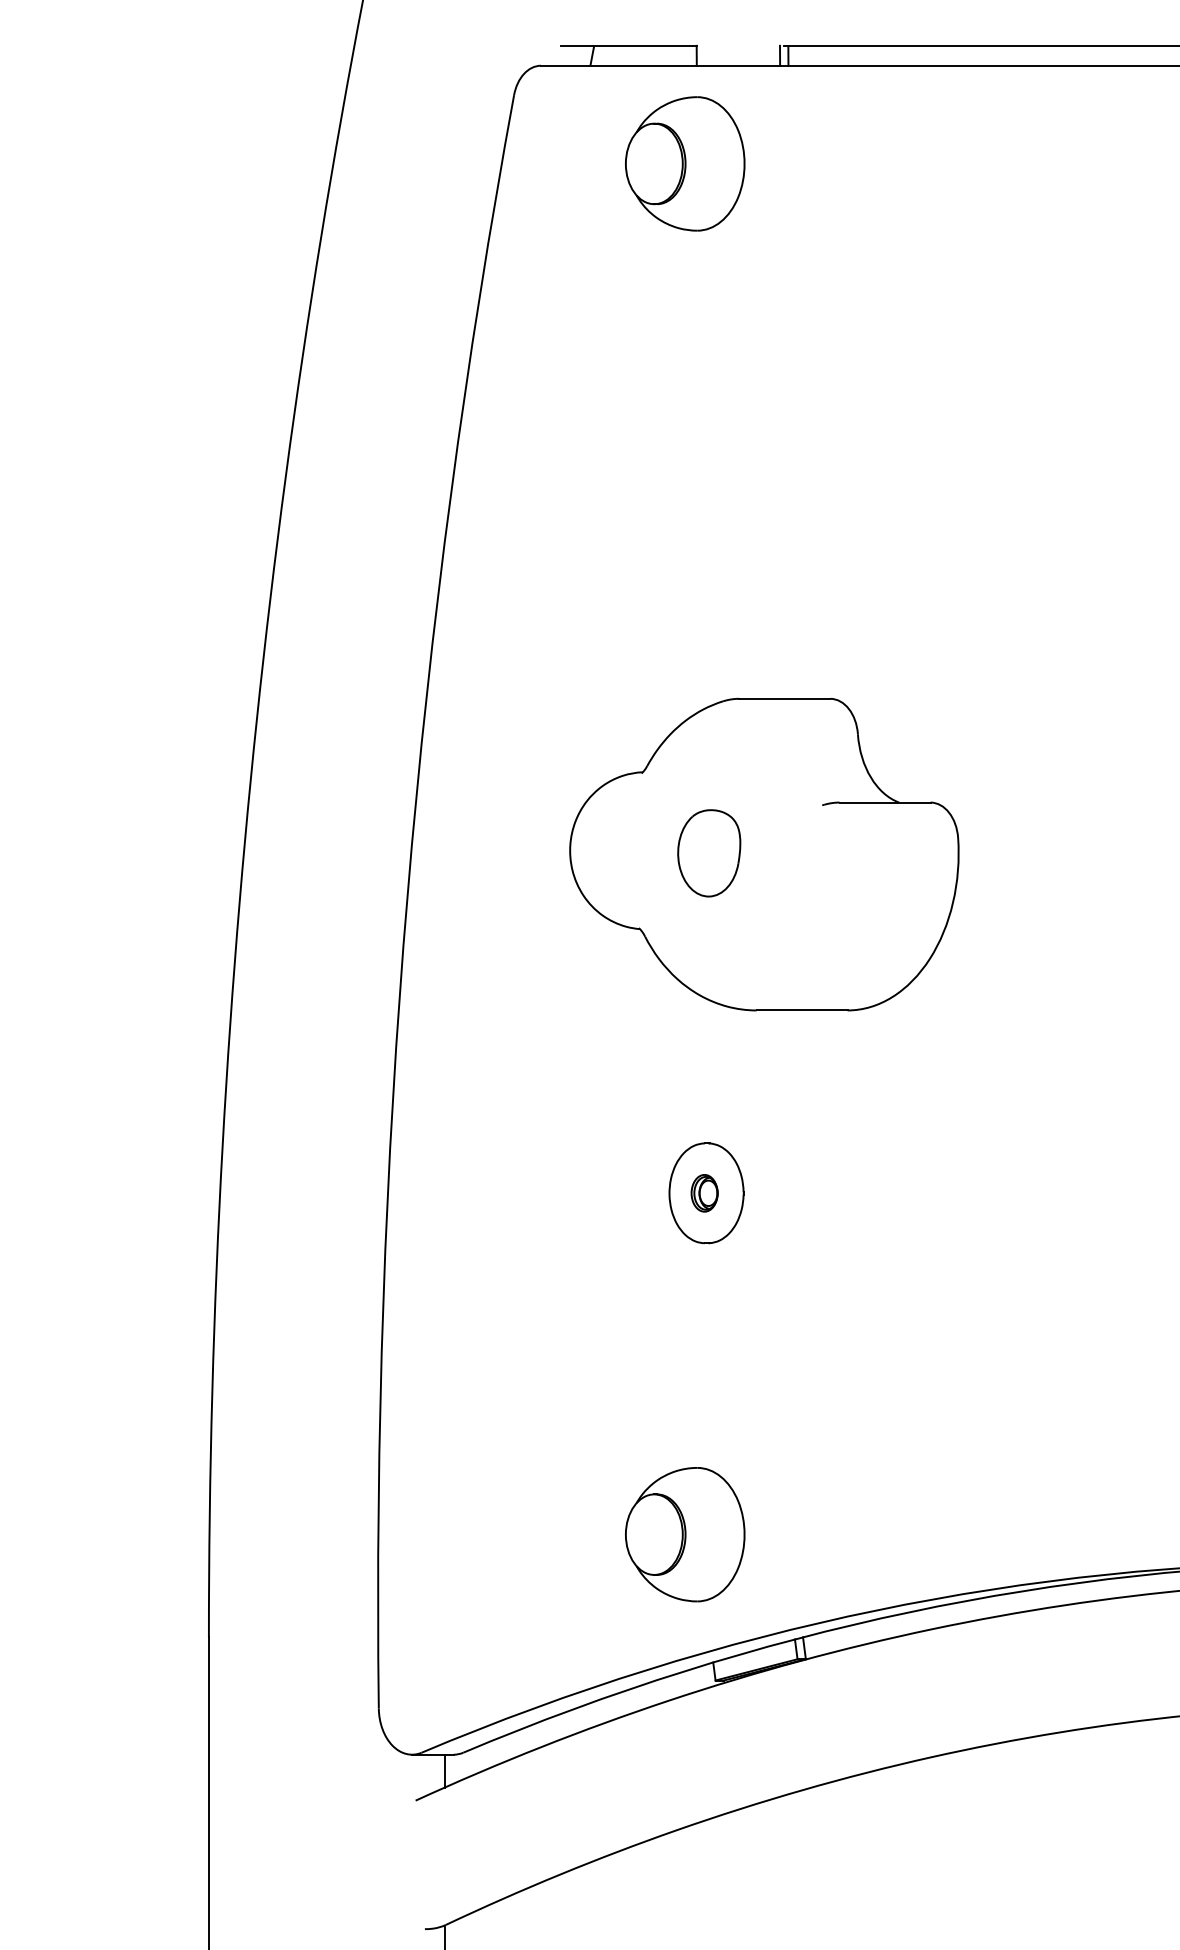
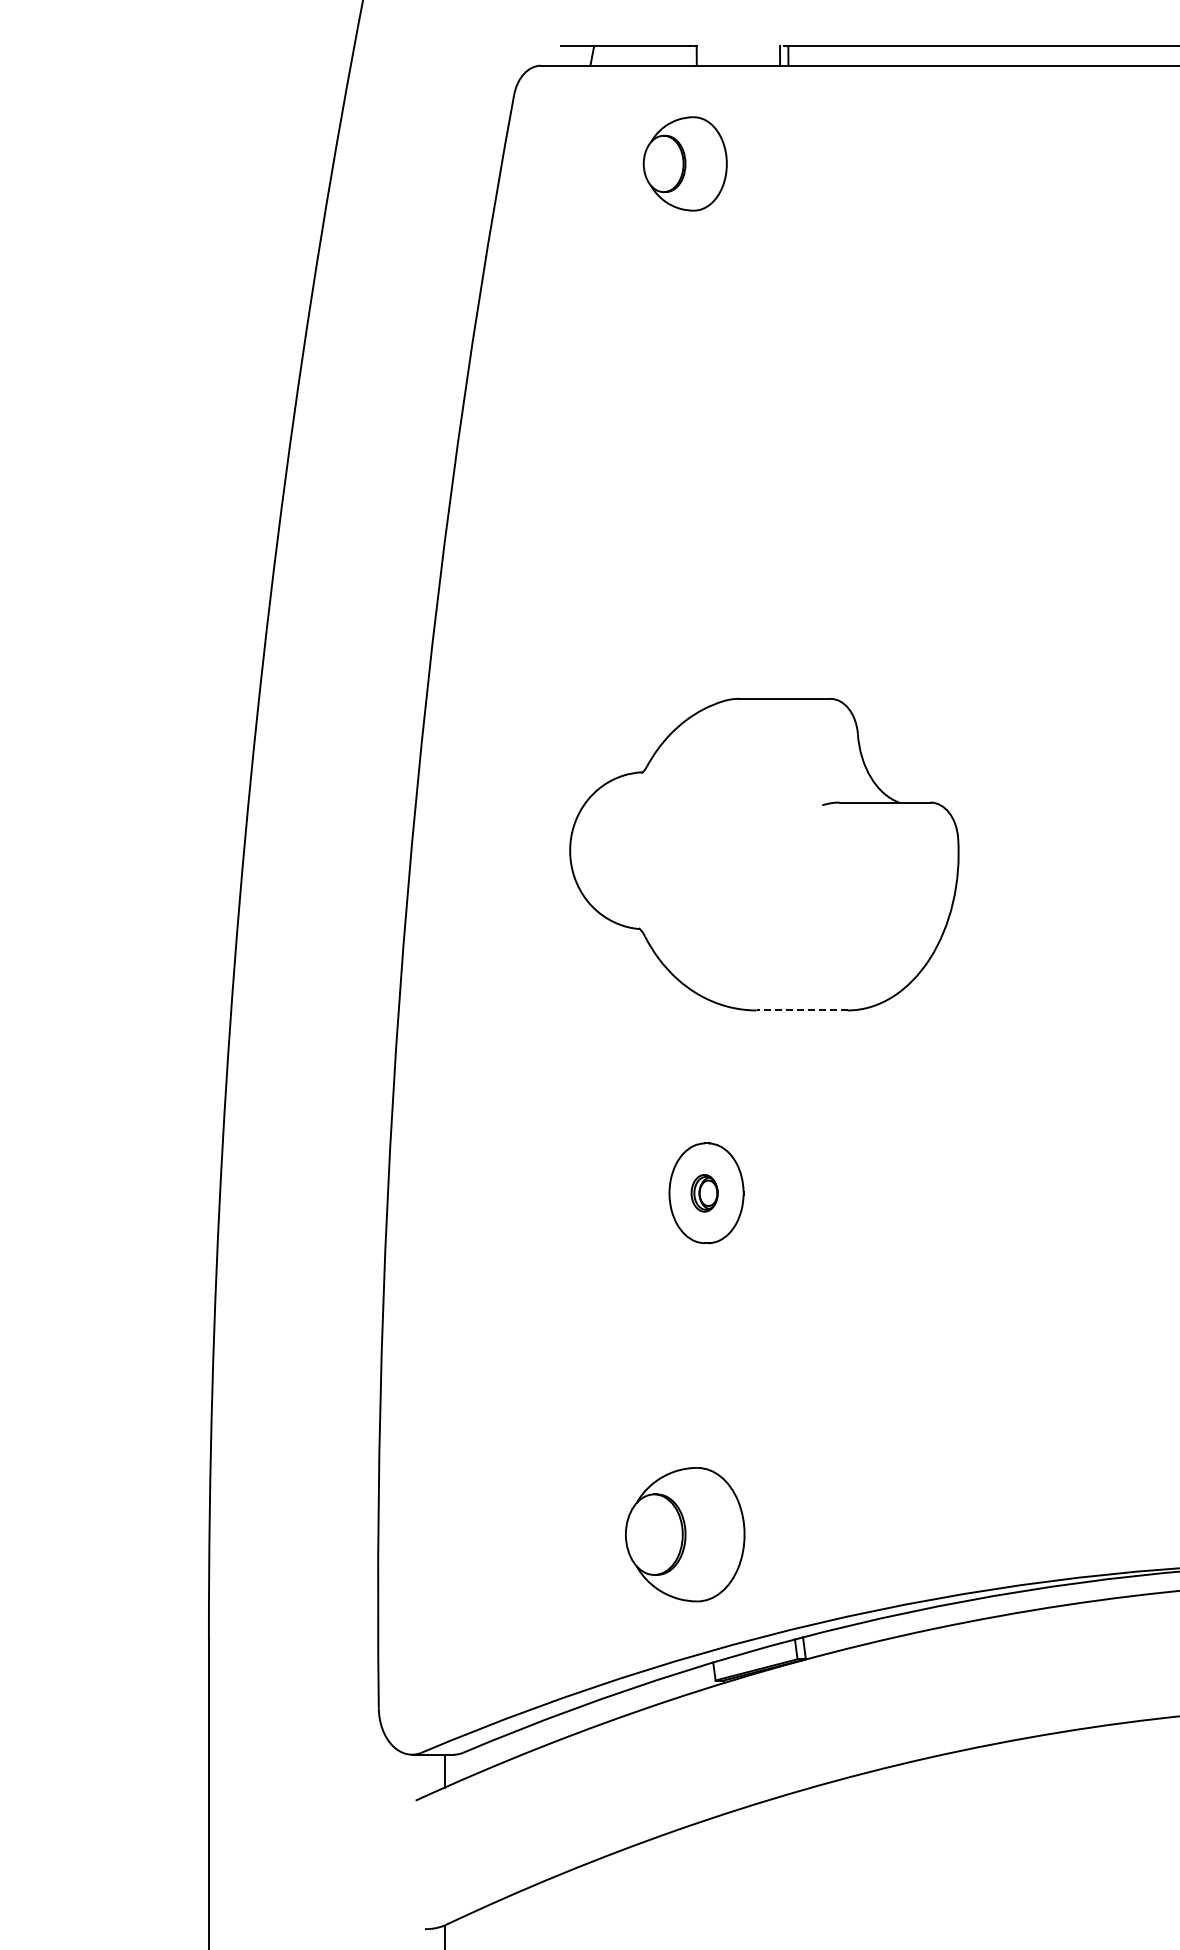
part at (685, 163) size: 121x136 px -> 86x96 px
part at (709, 853): present -> none
line at (801, 1010): solid -> dashed
